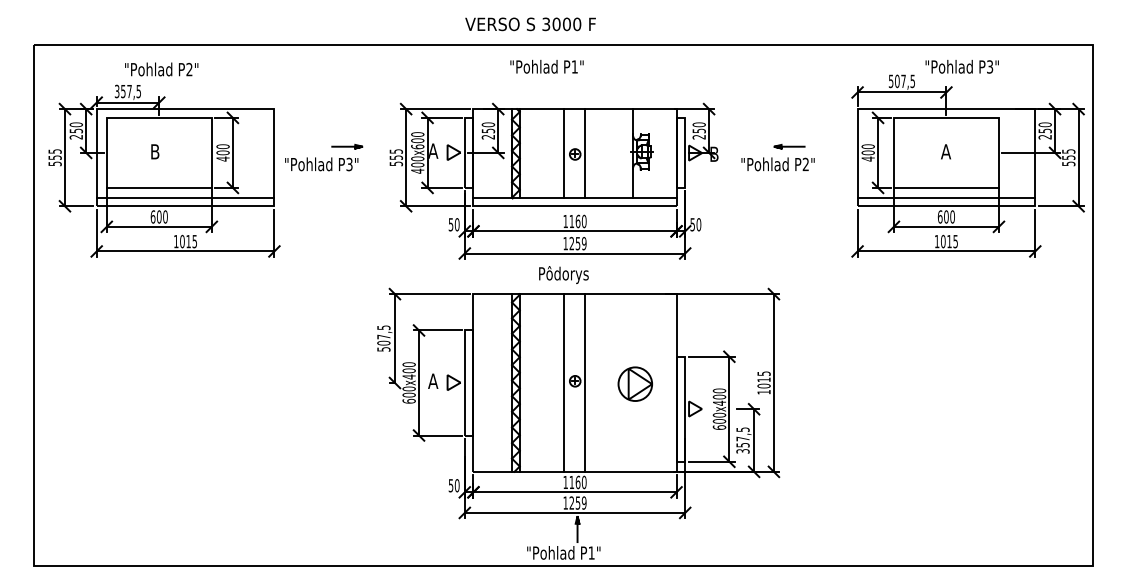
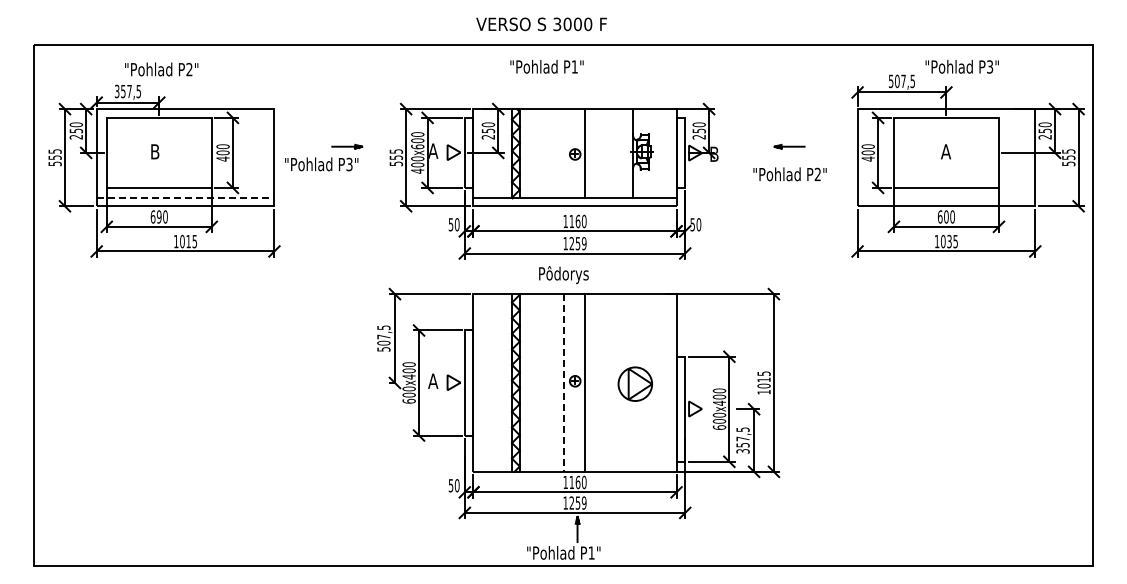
text at (530, 24) position: (530, 24) -> (541, 24)
line at (564, 153): present -> none
text at (777, 164) position: (777, 164) -> (789, 174)
line at (185, 198): solid -> dashed
line at (946, 198): present -> none
text at (158, 216): 600 -> 690
text at (949, 241): 1015 -> 1035
line at (564, 383): solid -> dashed
